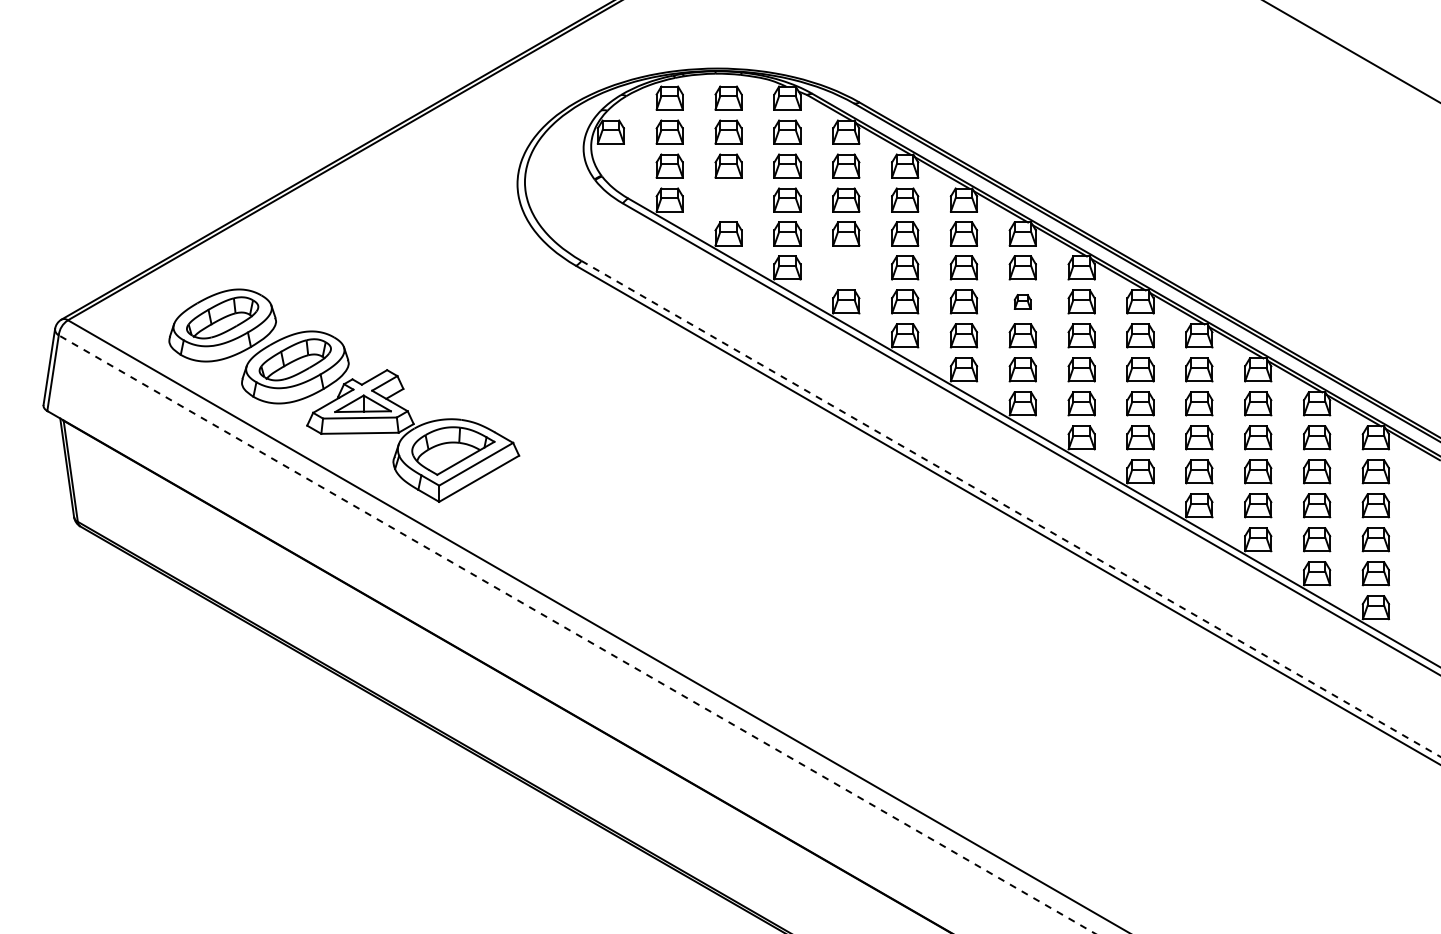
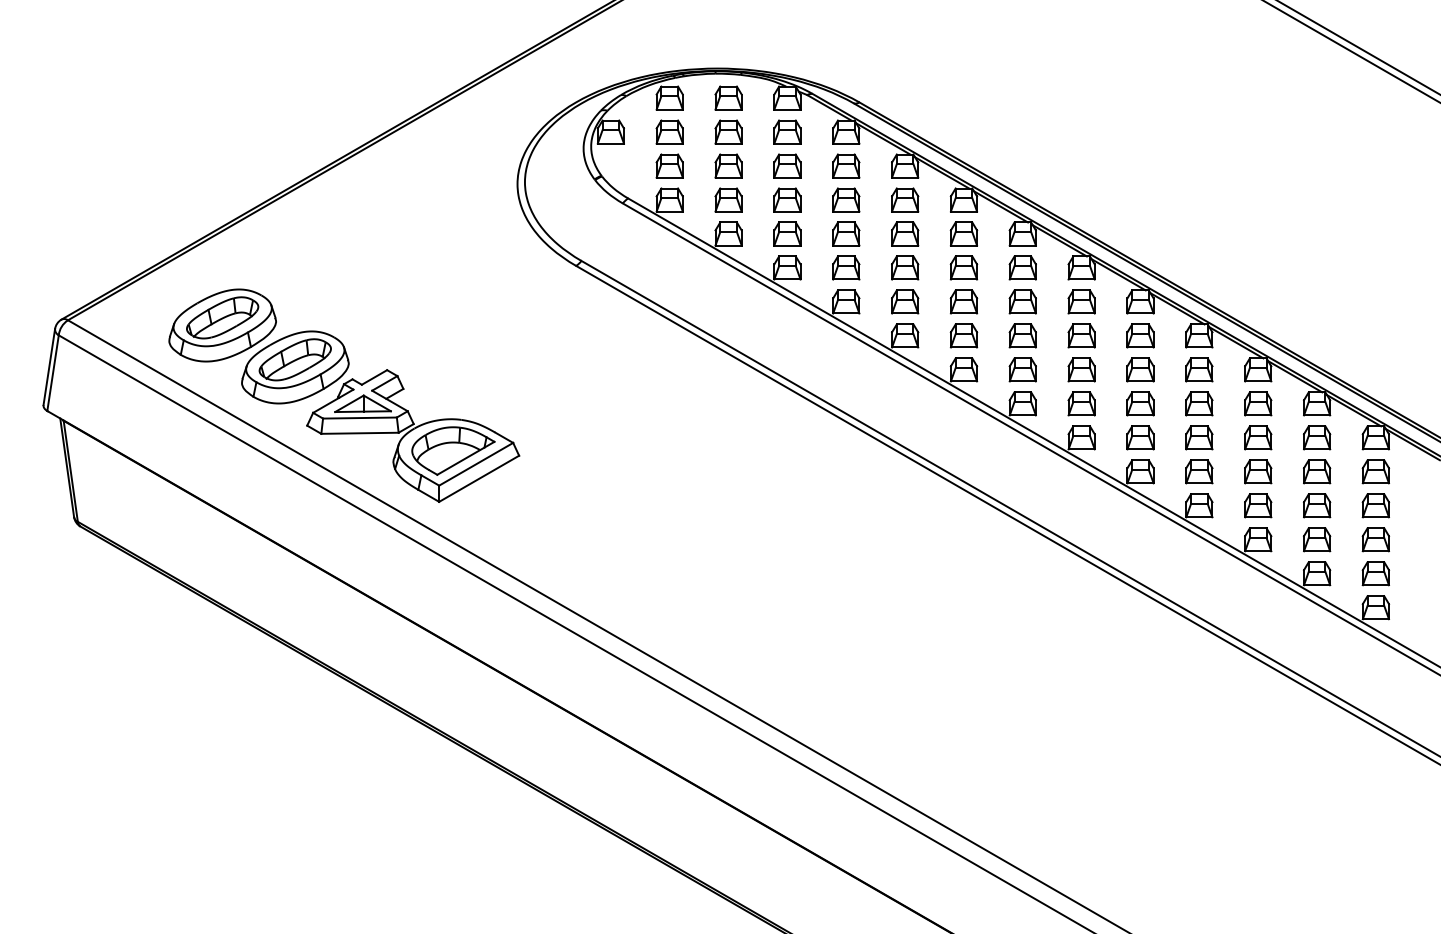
line at (1358, 47): none -> present
part at (728, 199): none -> present
part at (846, 267): none -> present
part at (1022, 301) size: 19x16 px -> 29x26 px
line at (1010, 508): dashed -> solid
line at (576, 634): dashed -> solid
